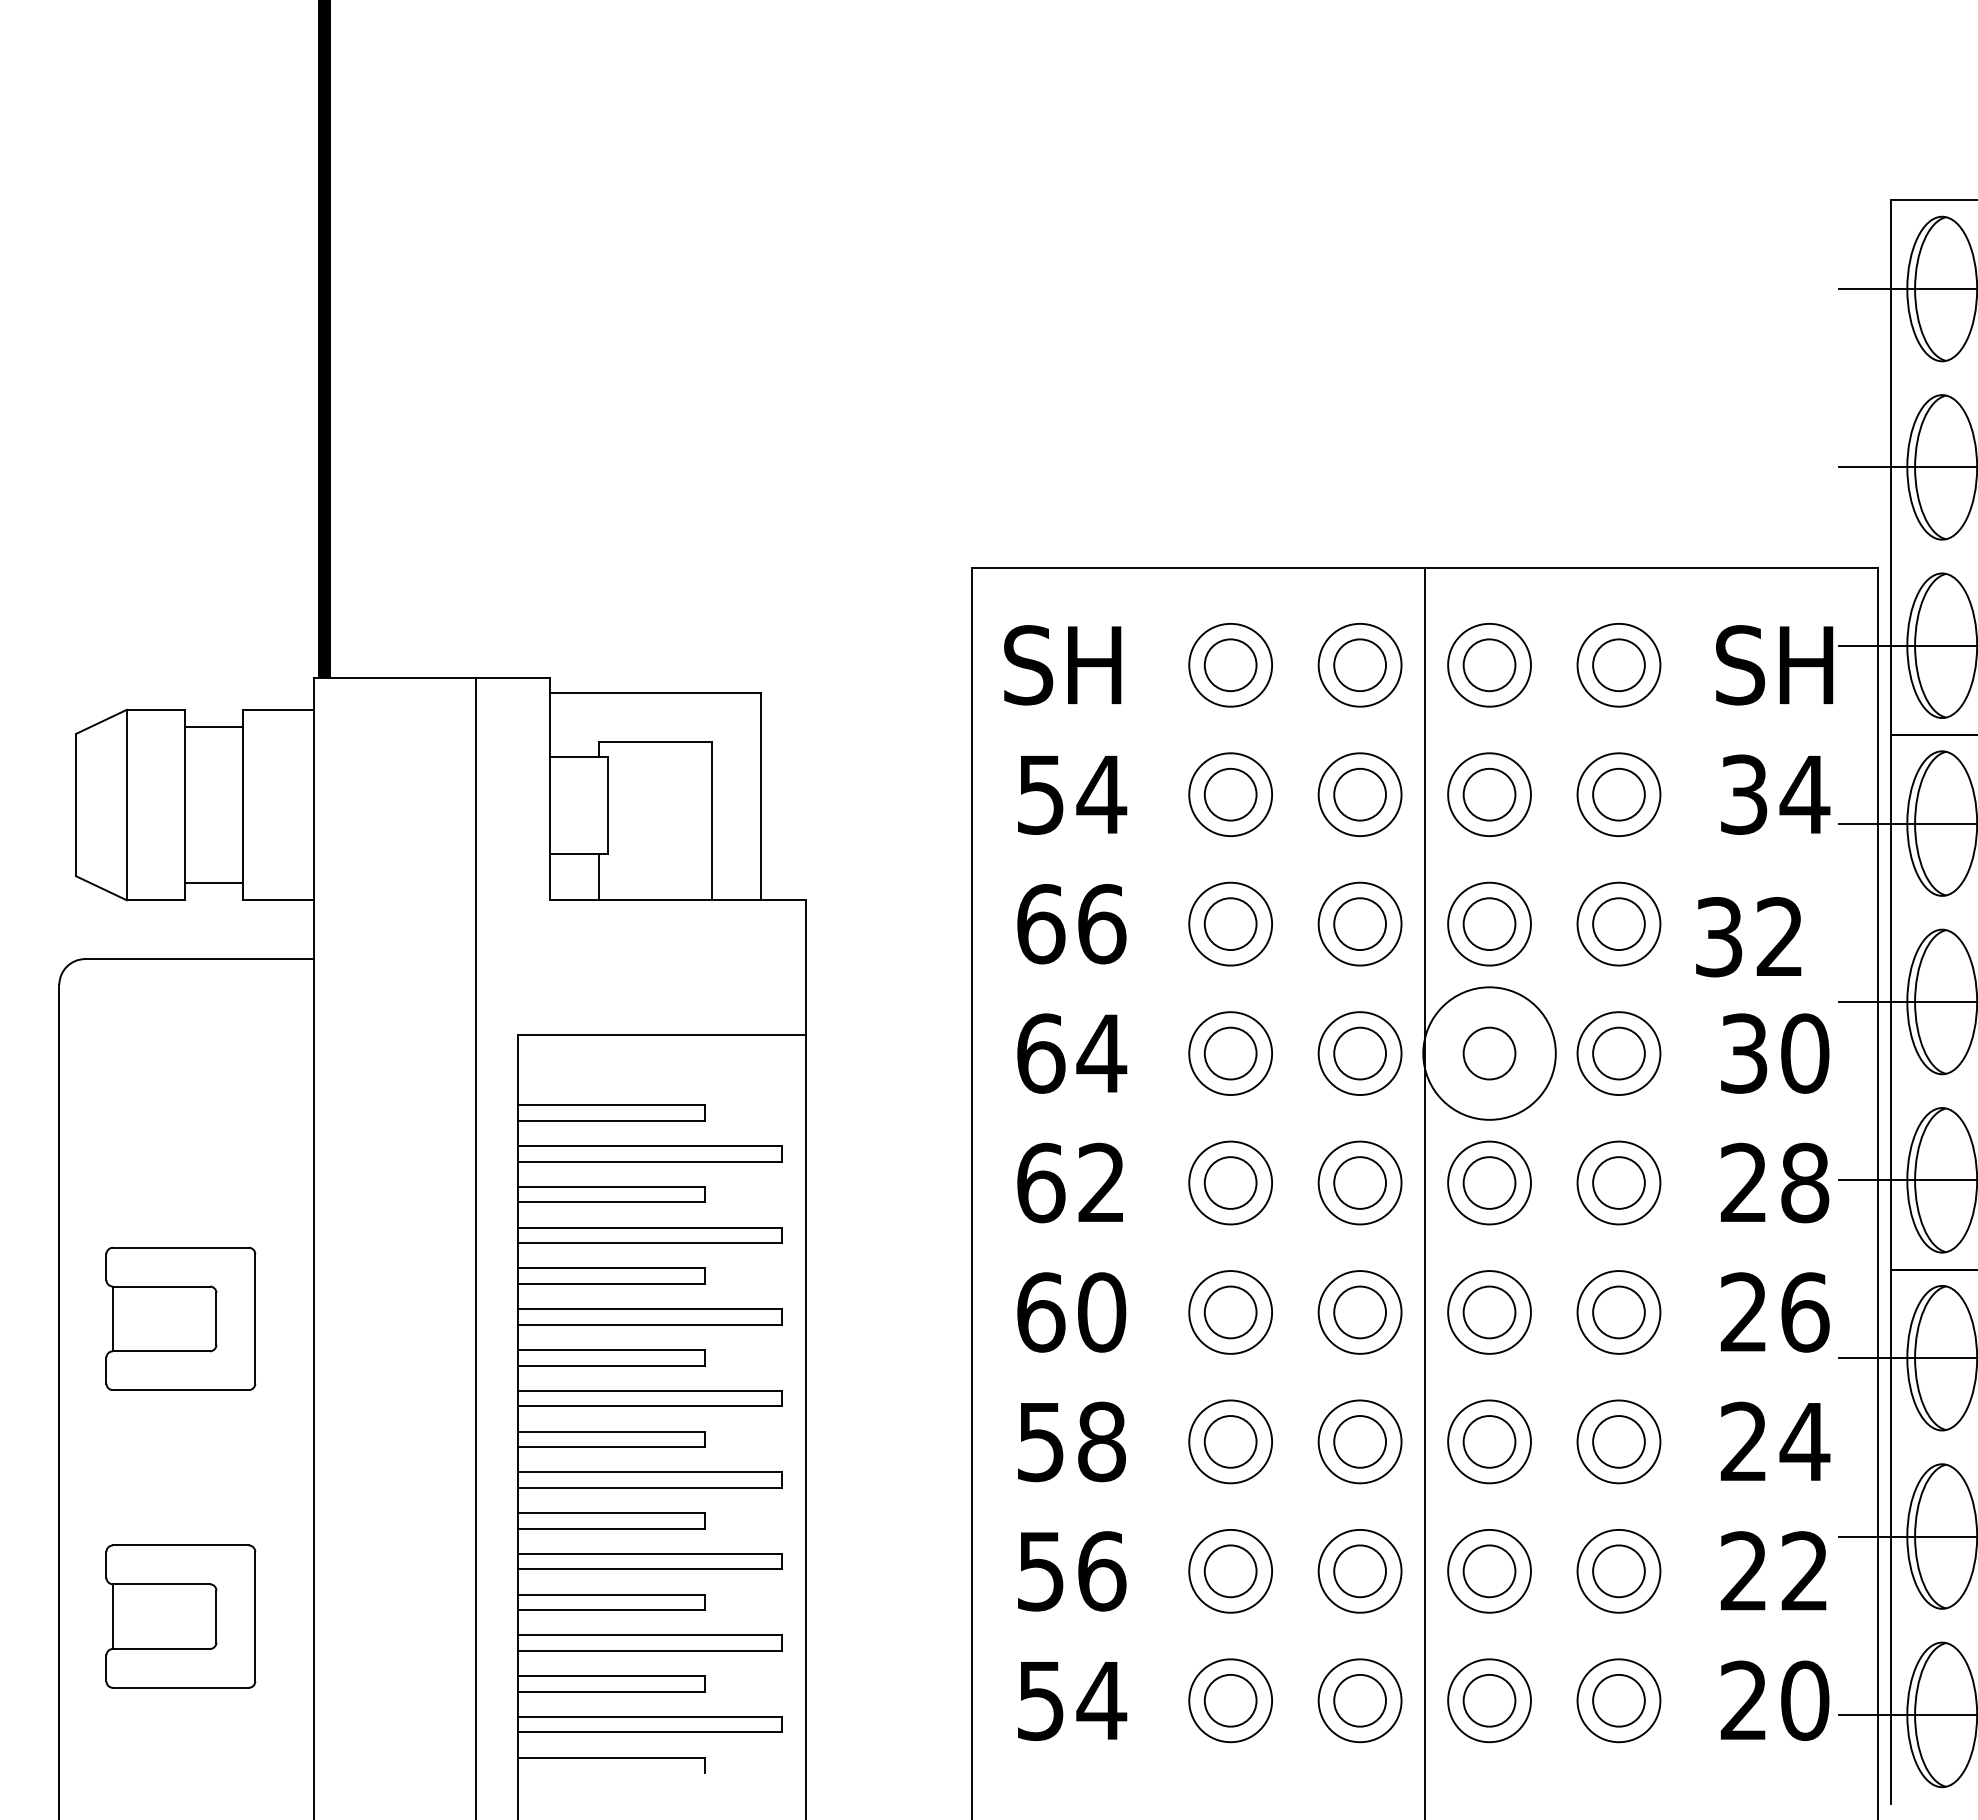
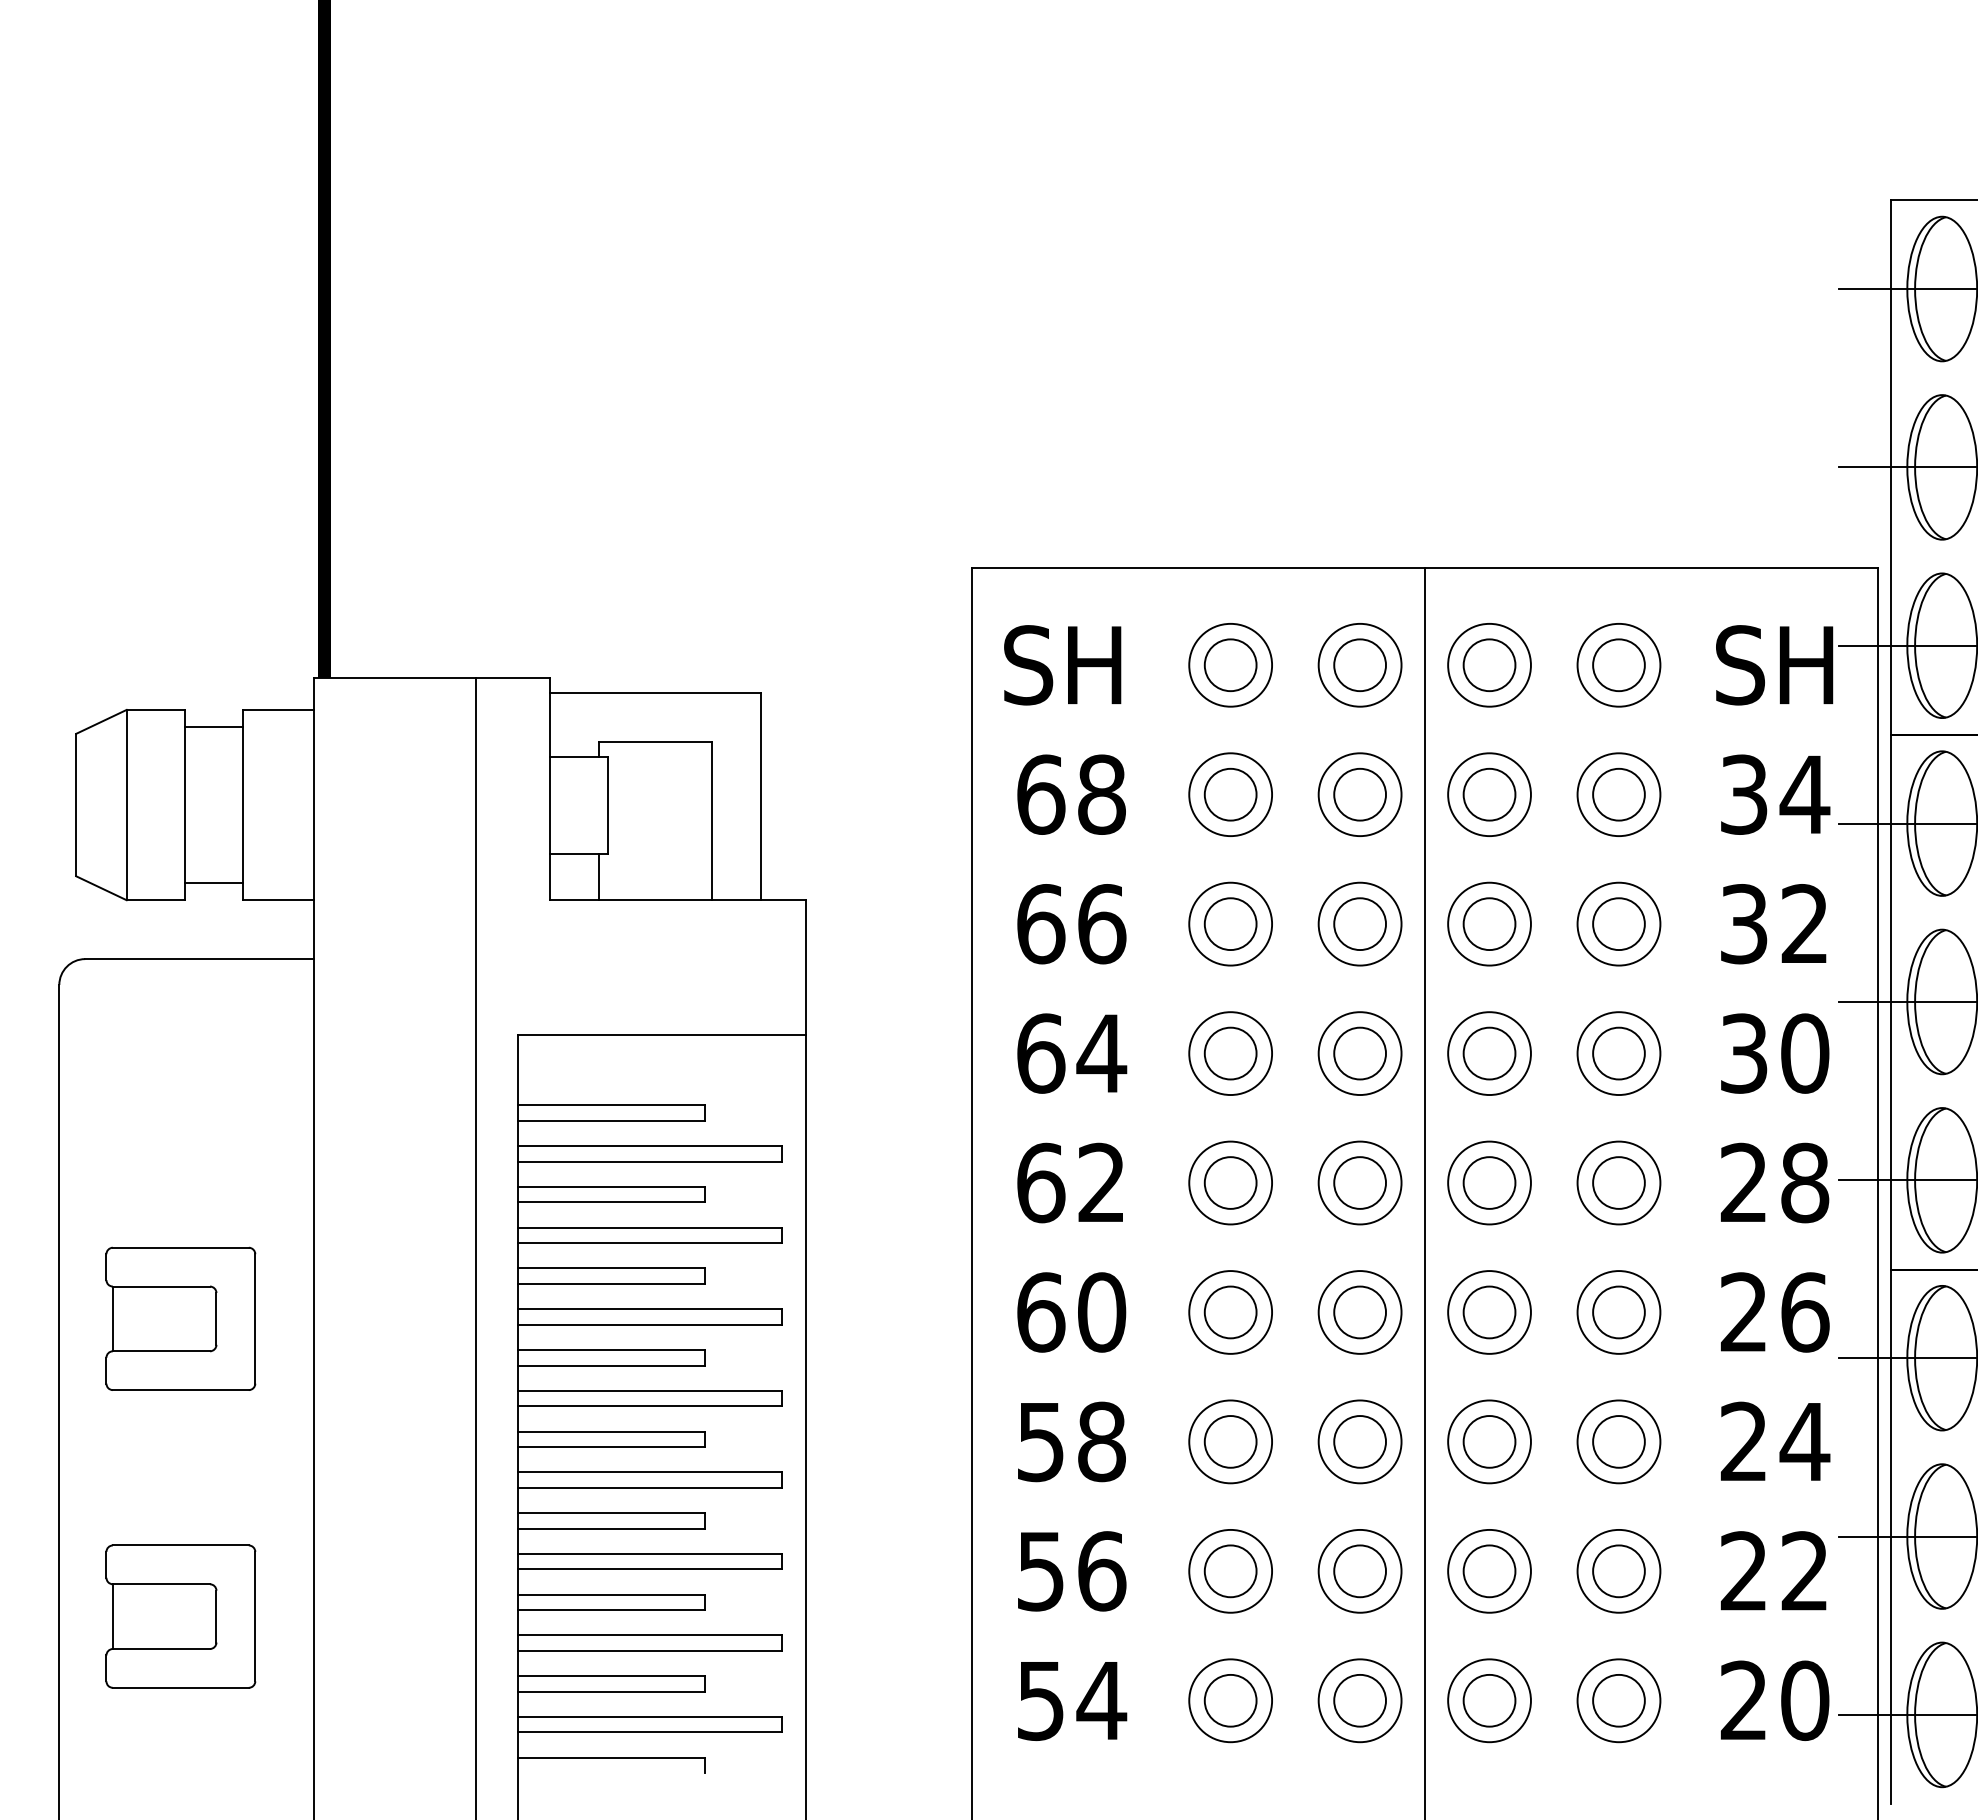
text at (1072, 794): 54 -> 68
text at (1748, 937) position: (1748, 937) -> (1773, 924)
circle at (1489, 1053) diameter: 133 px -> 83 px
